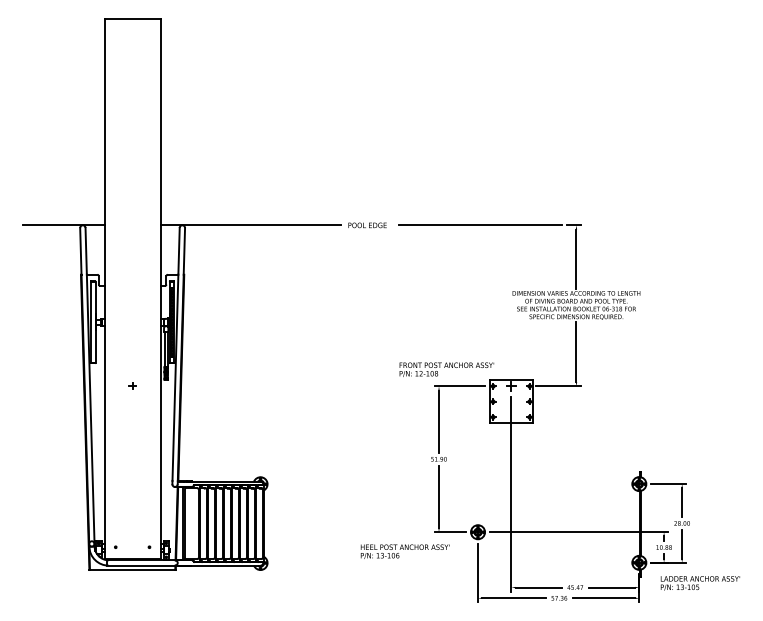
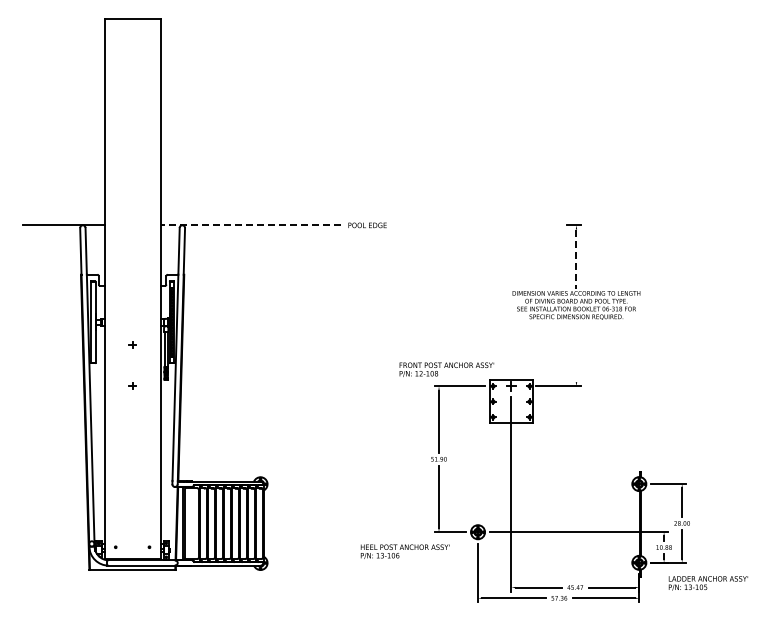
line at (250, 225): solid -> dashed
line at (479, 225): present -> none
line at (576, 259): solid -> dashed
part at (132, 344): none -> present
line at (576, 351): present -> none
text at (700, 583) position: (700, 583) -> (708, 583)
